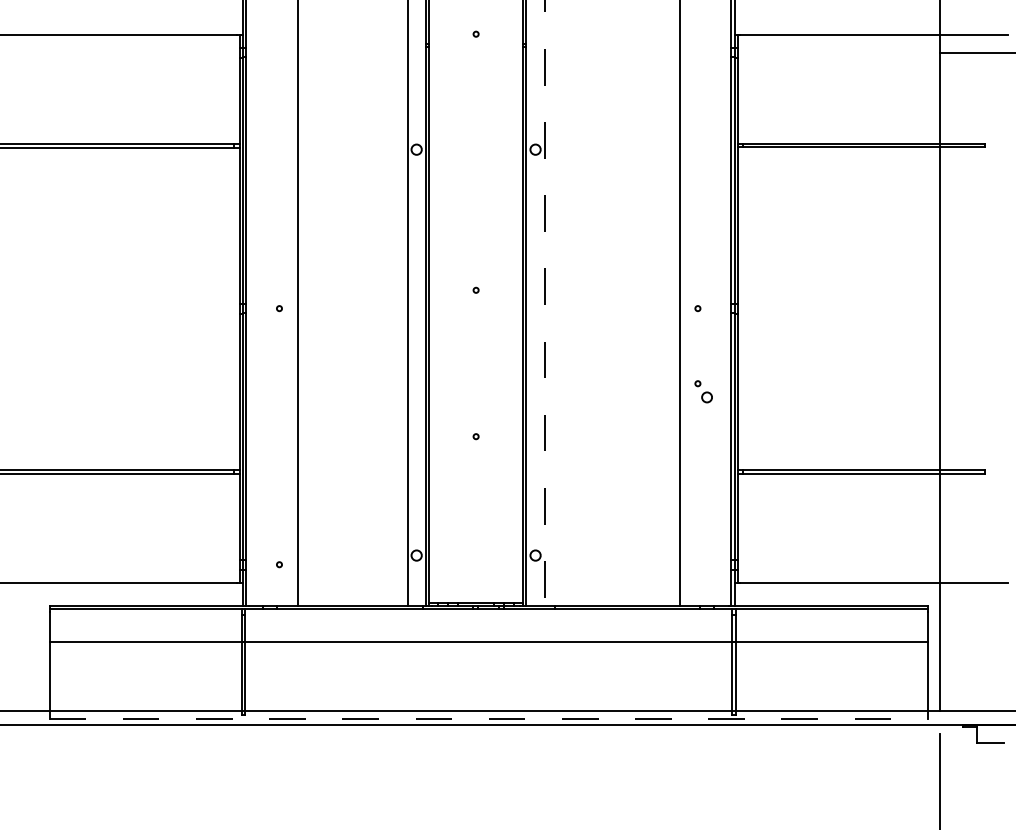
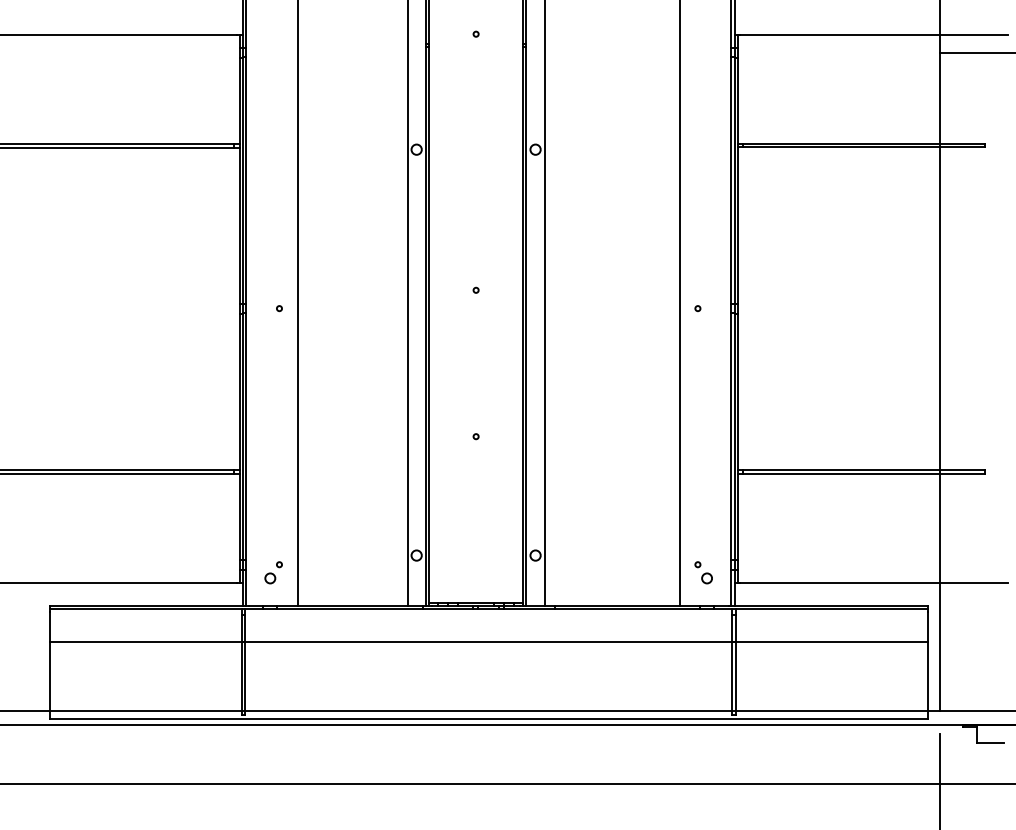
line at (544, 303): dashed -> solid
part at (703, 391) position: (703, 391) -> (703, 572)
circle at (270, 578): none -> present
line at (489, 718): dashed -> solid
line at (507, 784): none -> present
